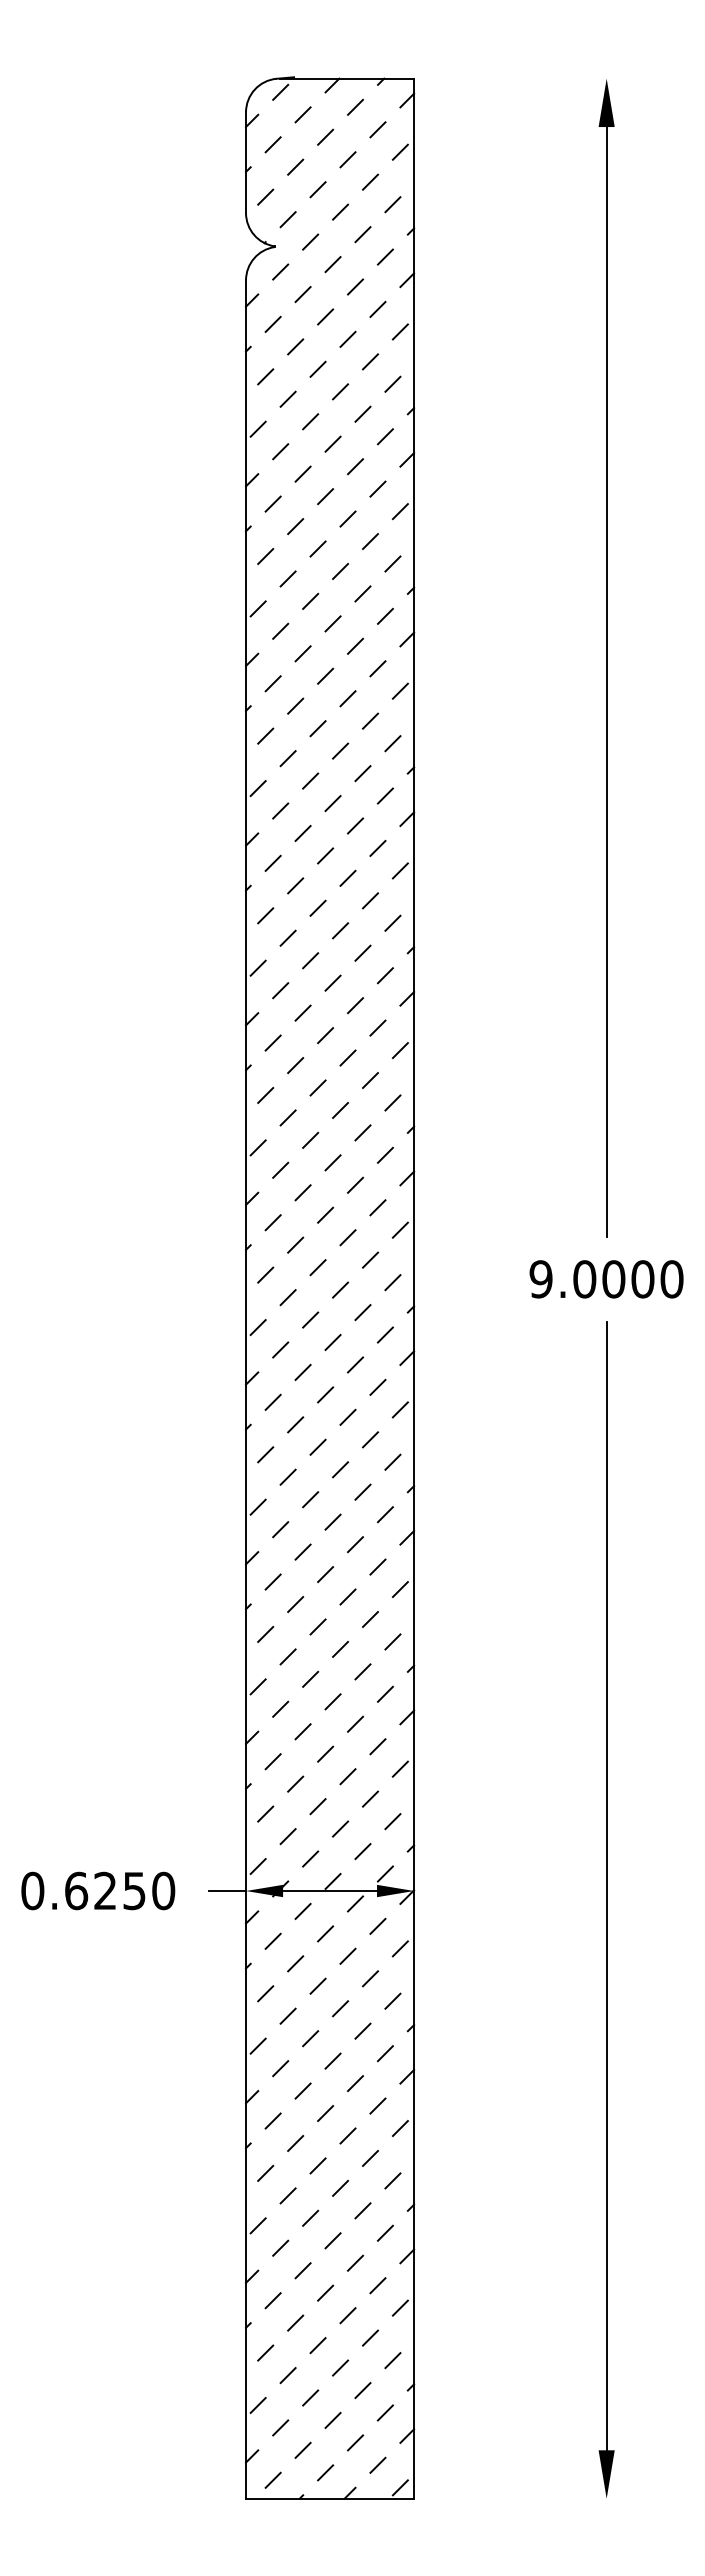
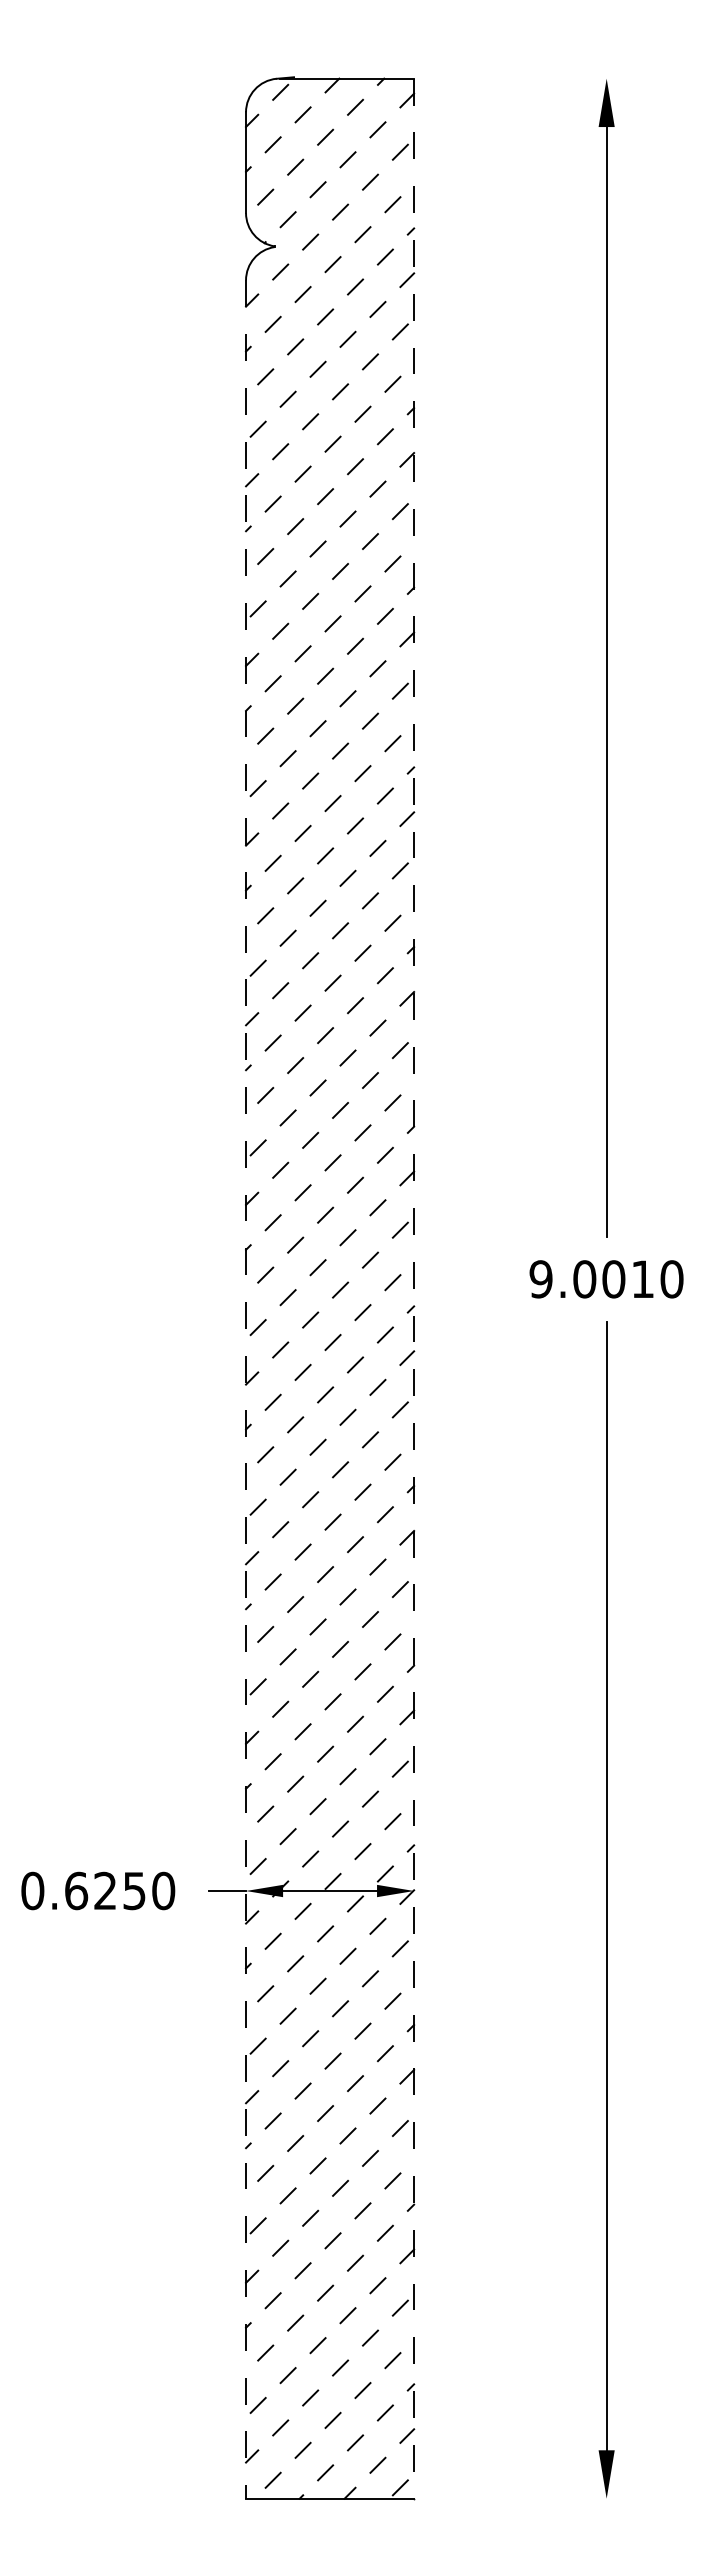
text at (642, 1279): 9.0000 -> 9.0010
line at (414, 1289): solid -> dashed
line at (246, 1390): solid -> dashed
